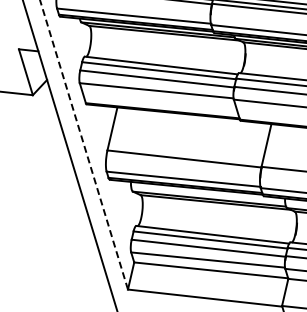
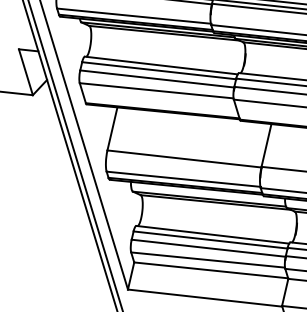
line at (84, 145): dashed -> solid
line at (75, 155): none -> present
